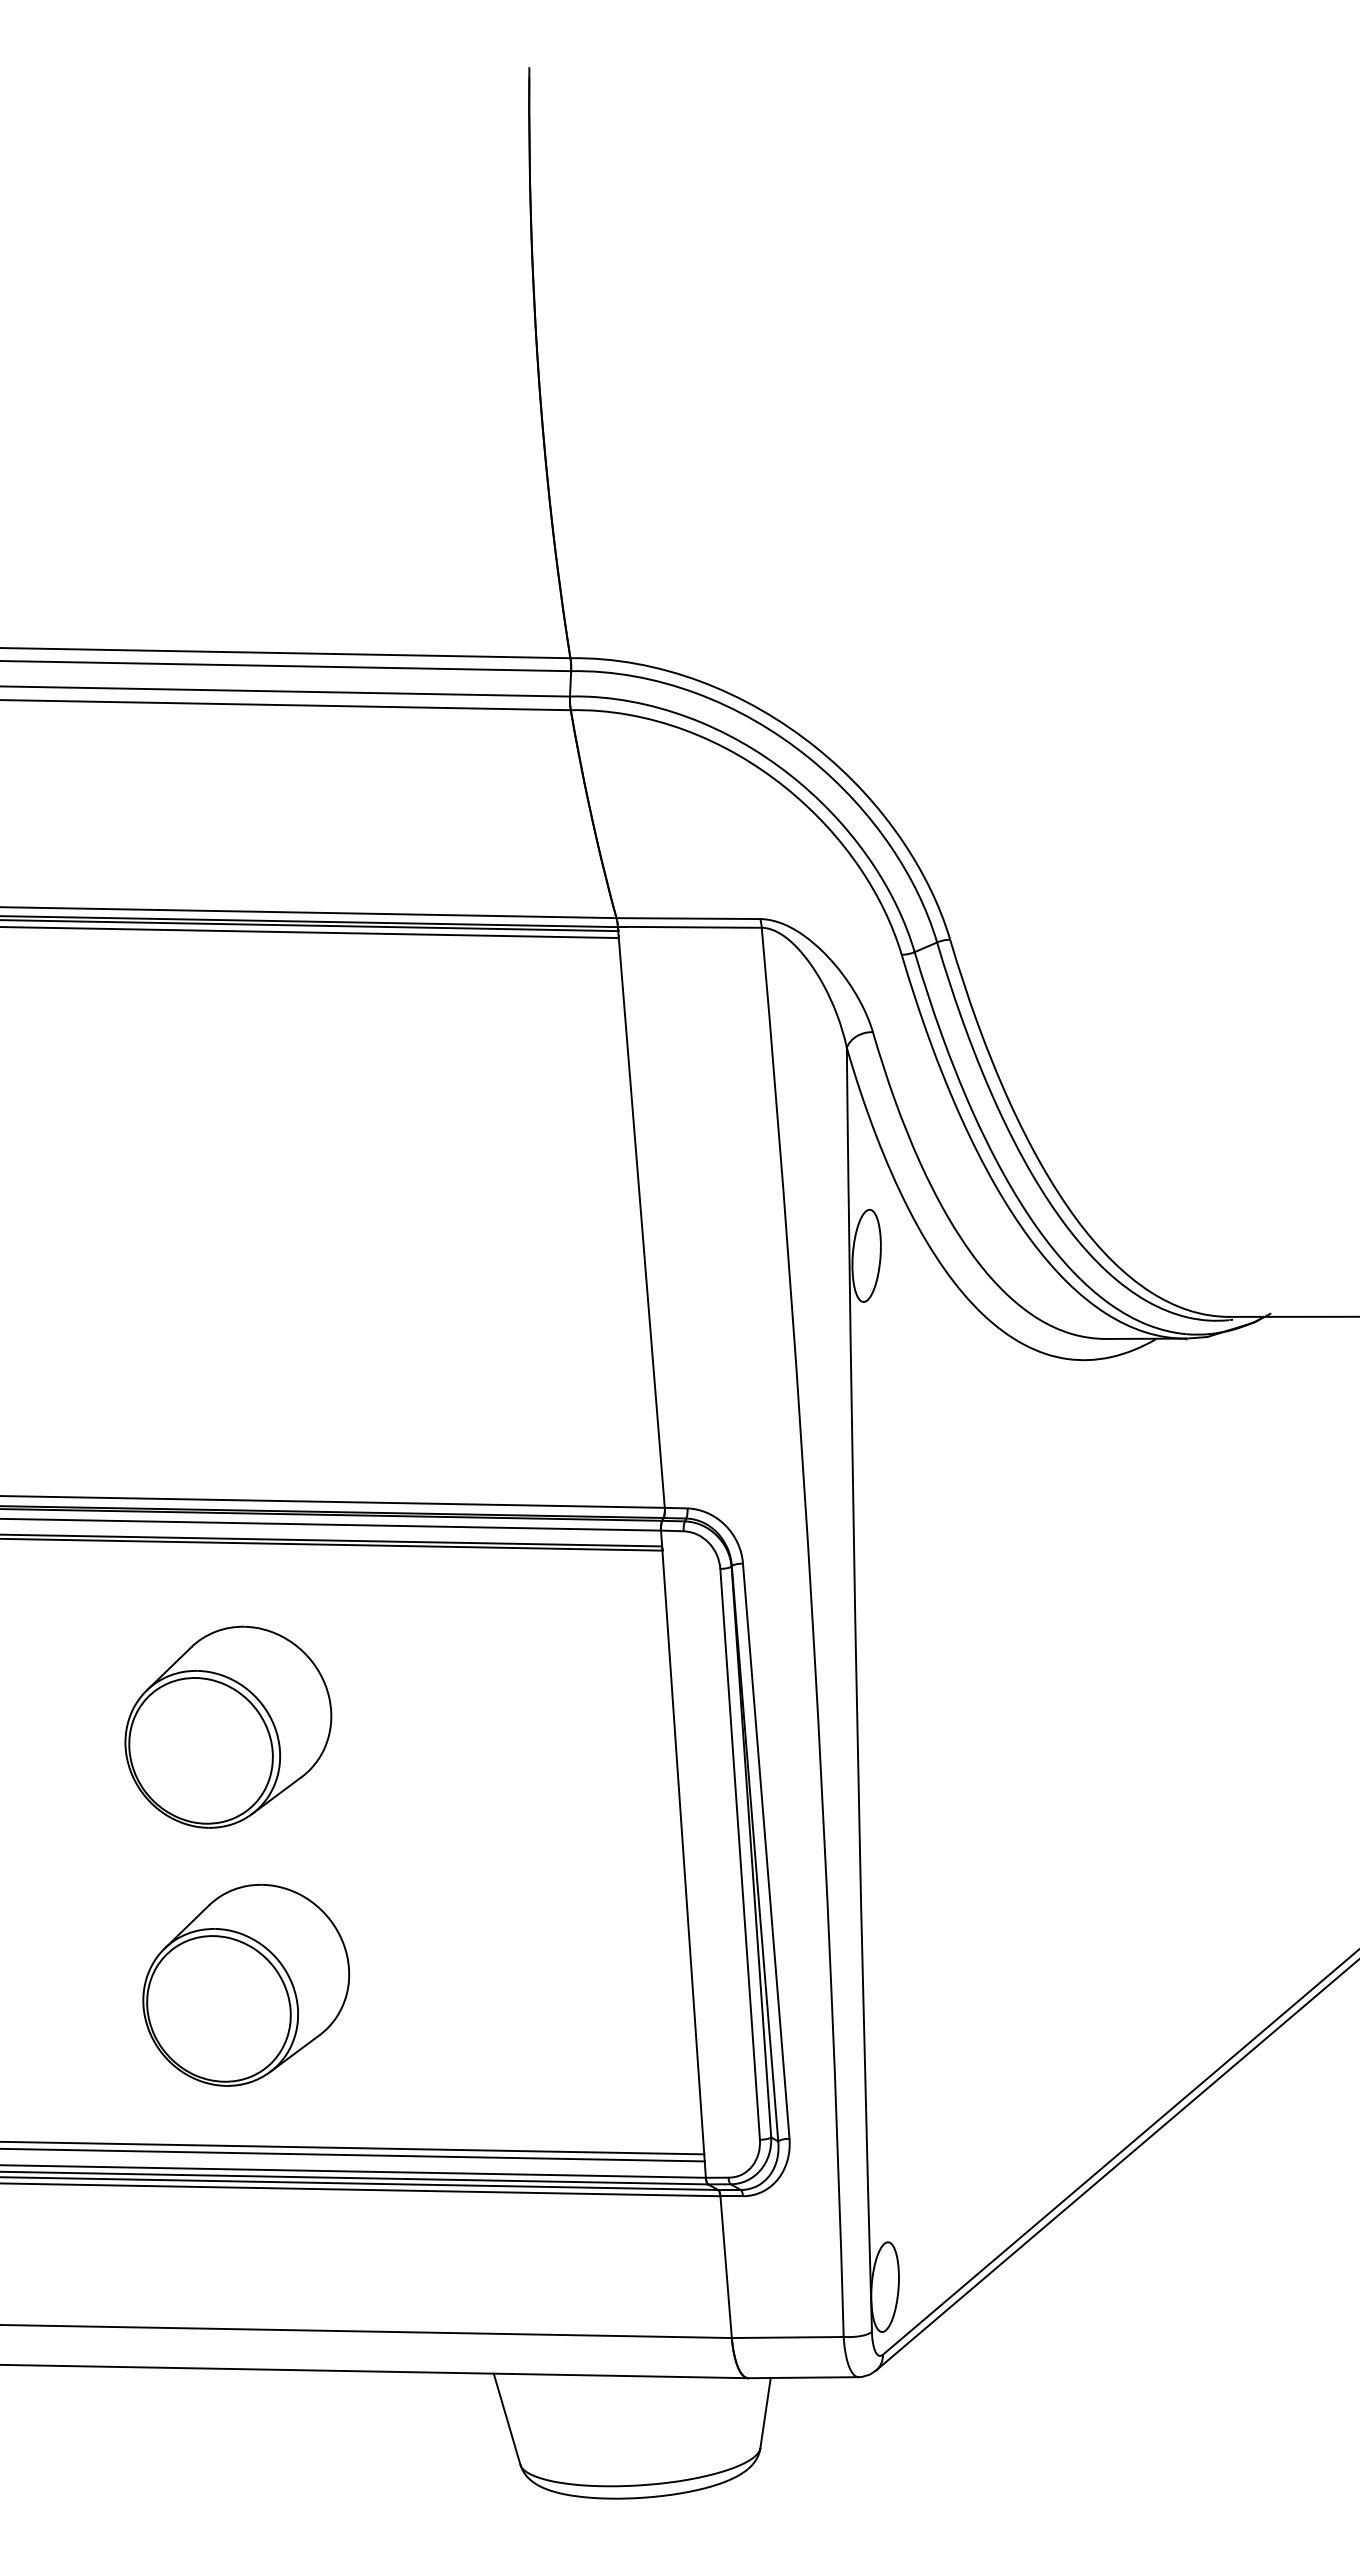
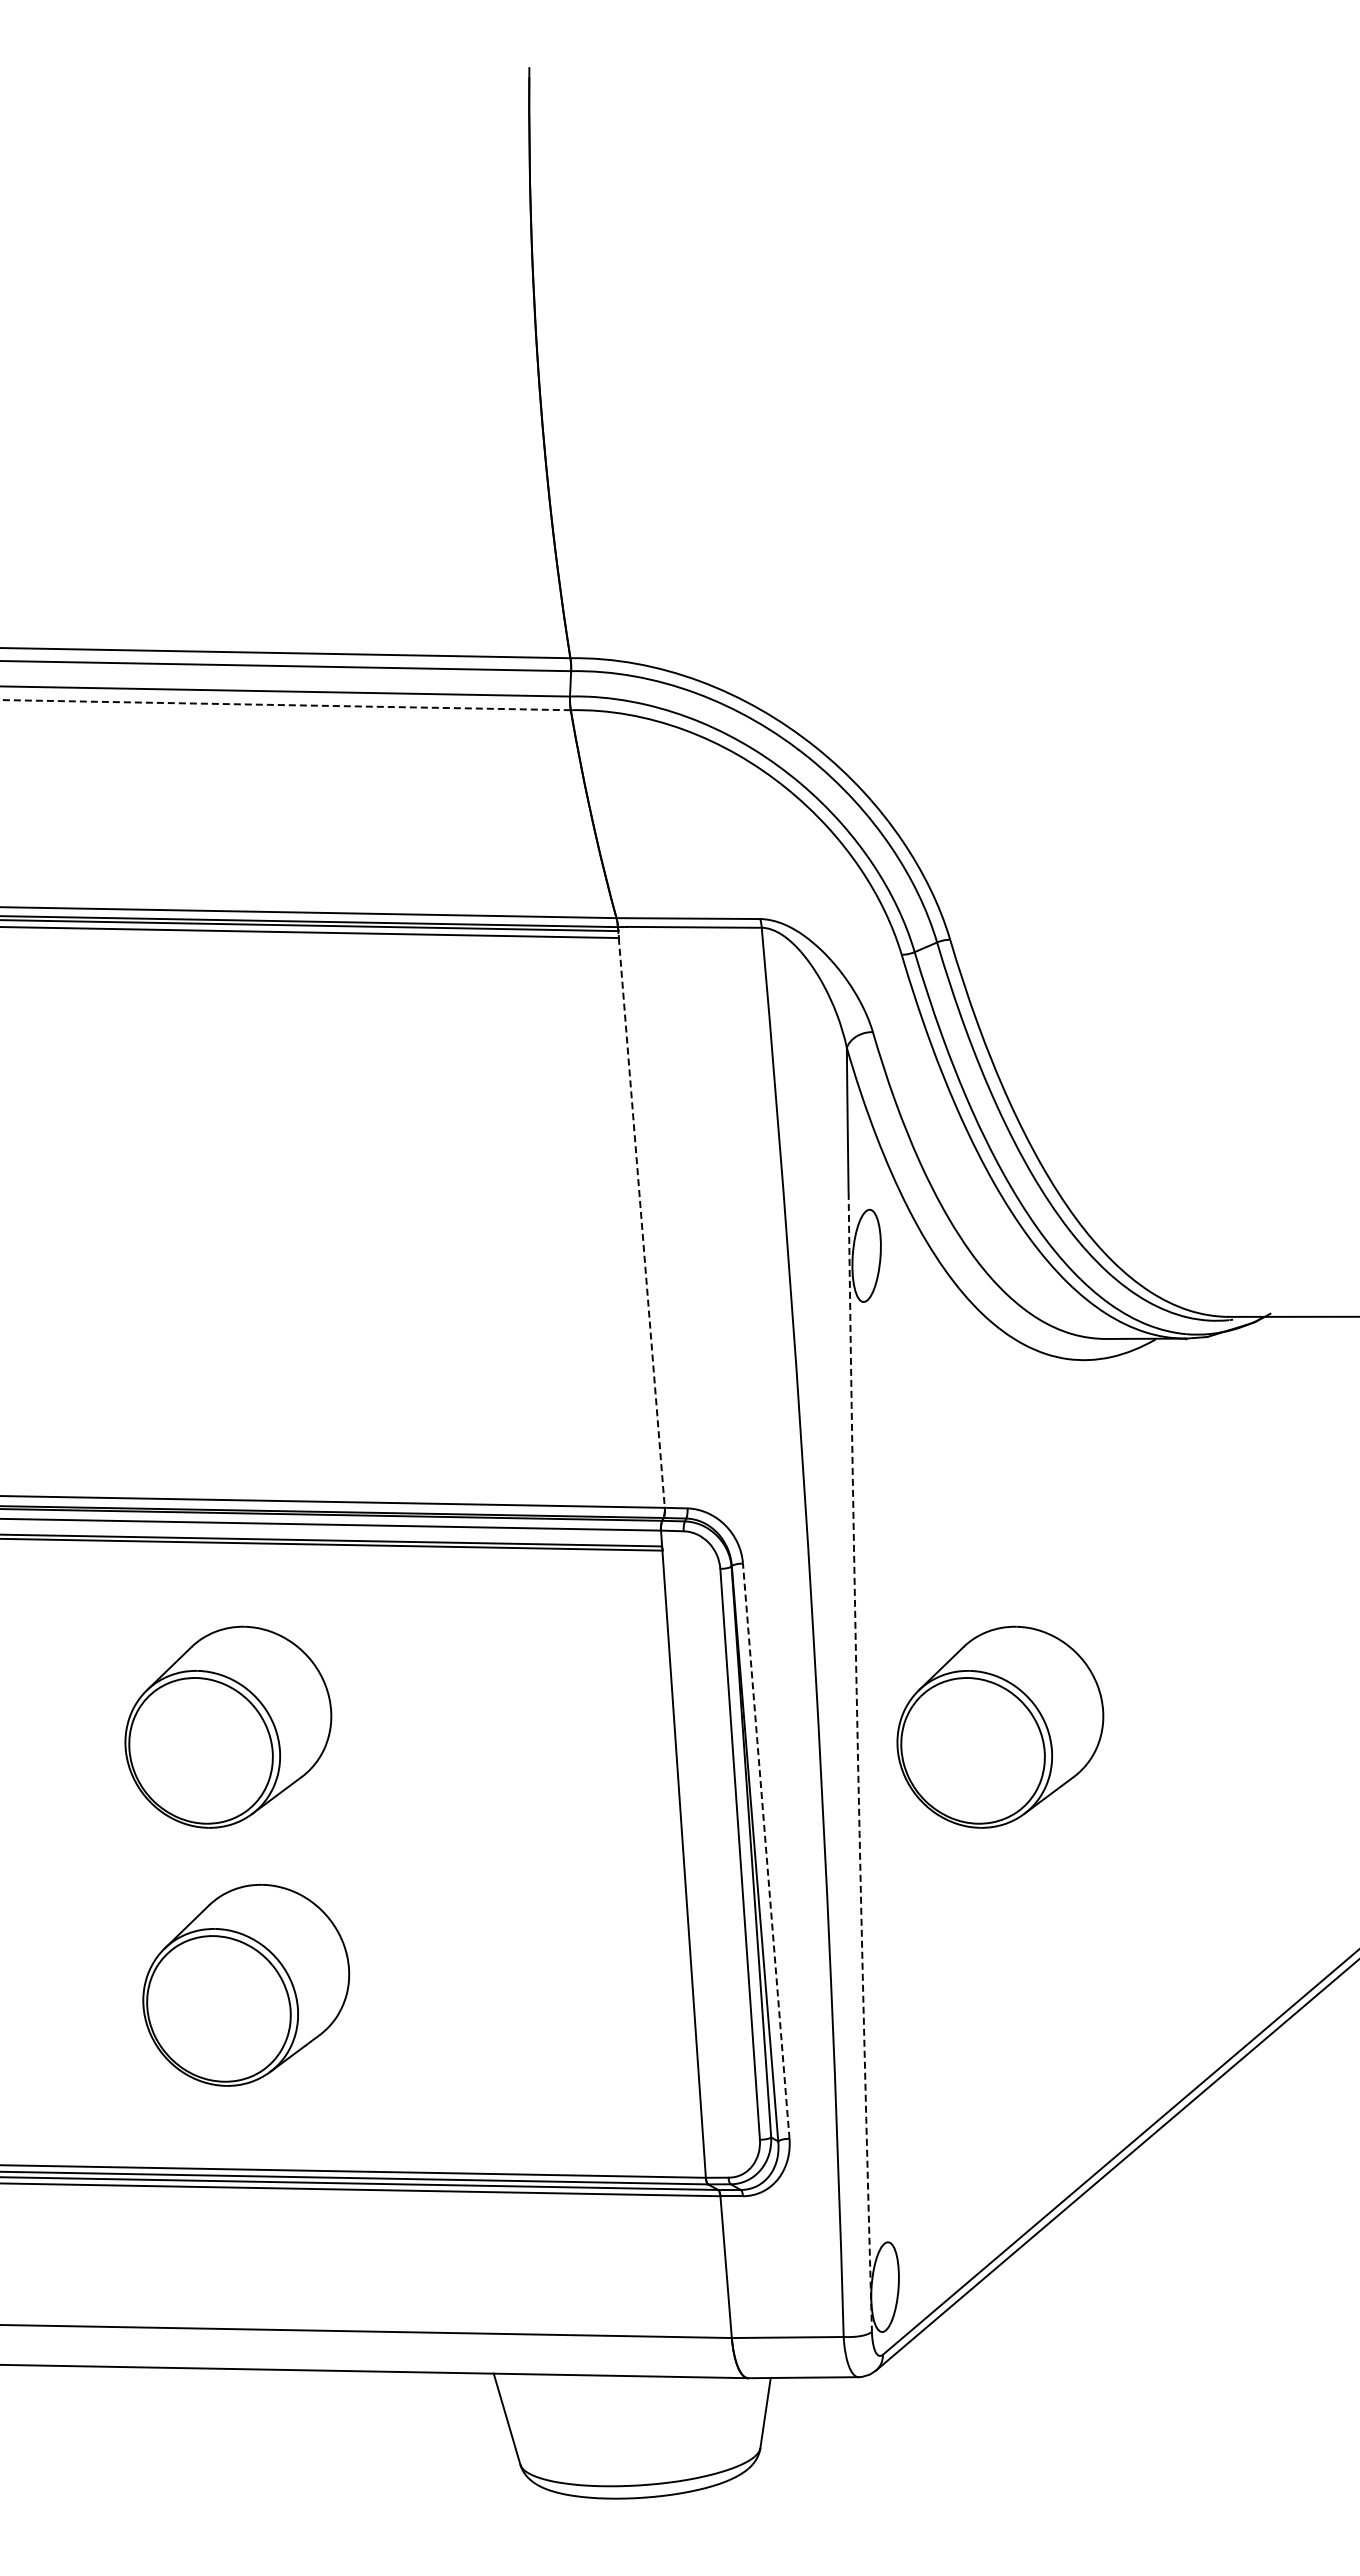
line at (285, 705): solid -> dashed
line at (641, 1217): solid -> dashed
part at (1000, 1726): none -> present
arc at (858, 1762): solid -> dashed
line at (766, 1851): solid -> dashed
line at (353, 2147): present -> none
line at (353, 2154): present -> none
